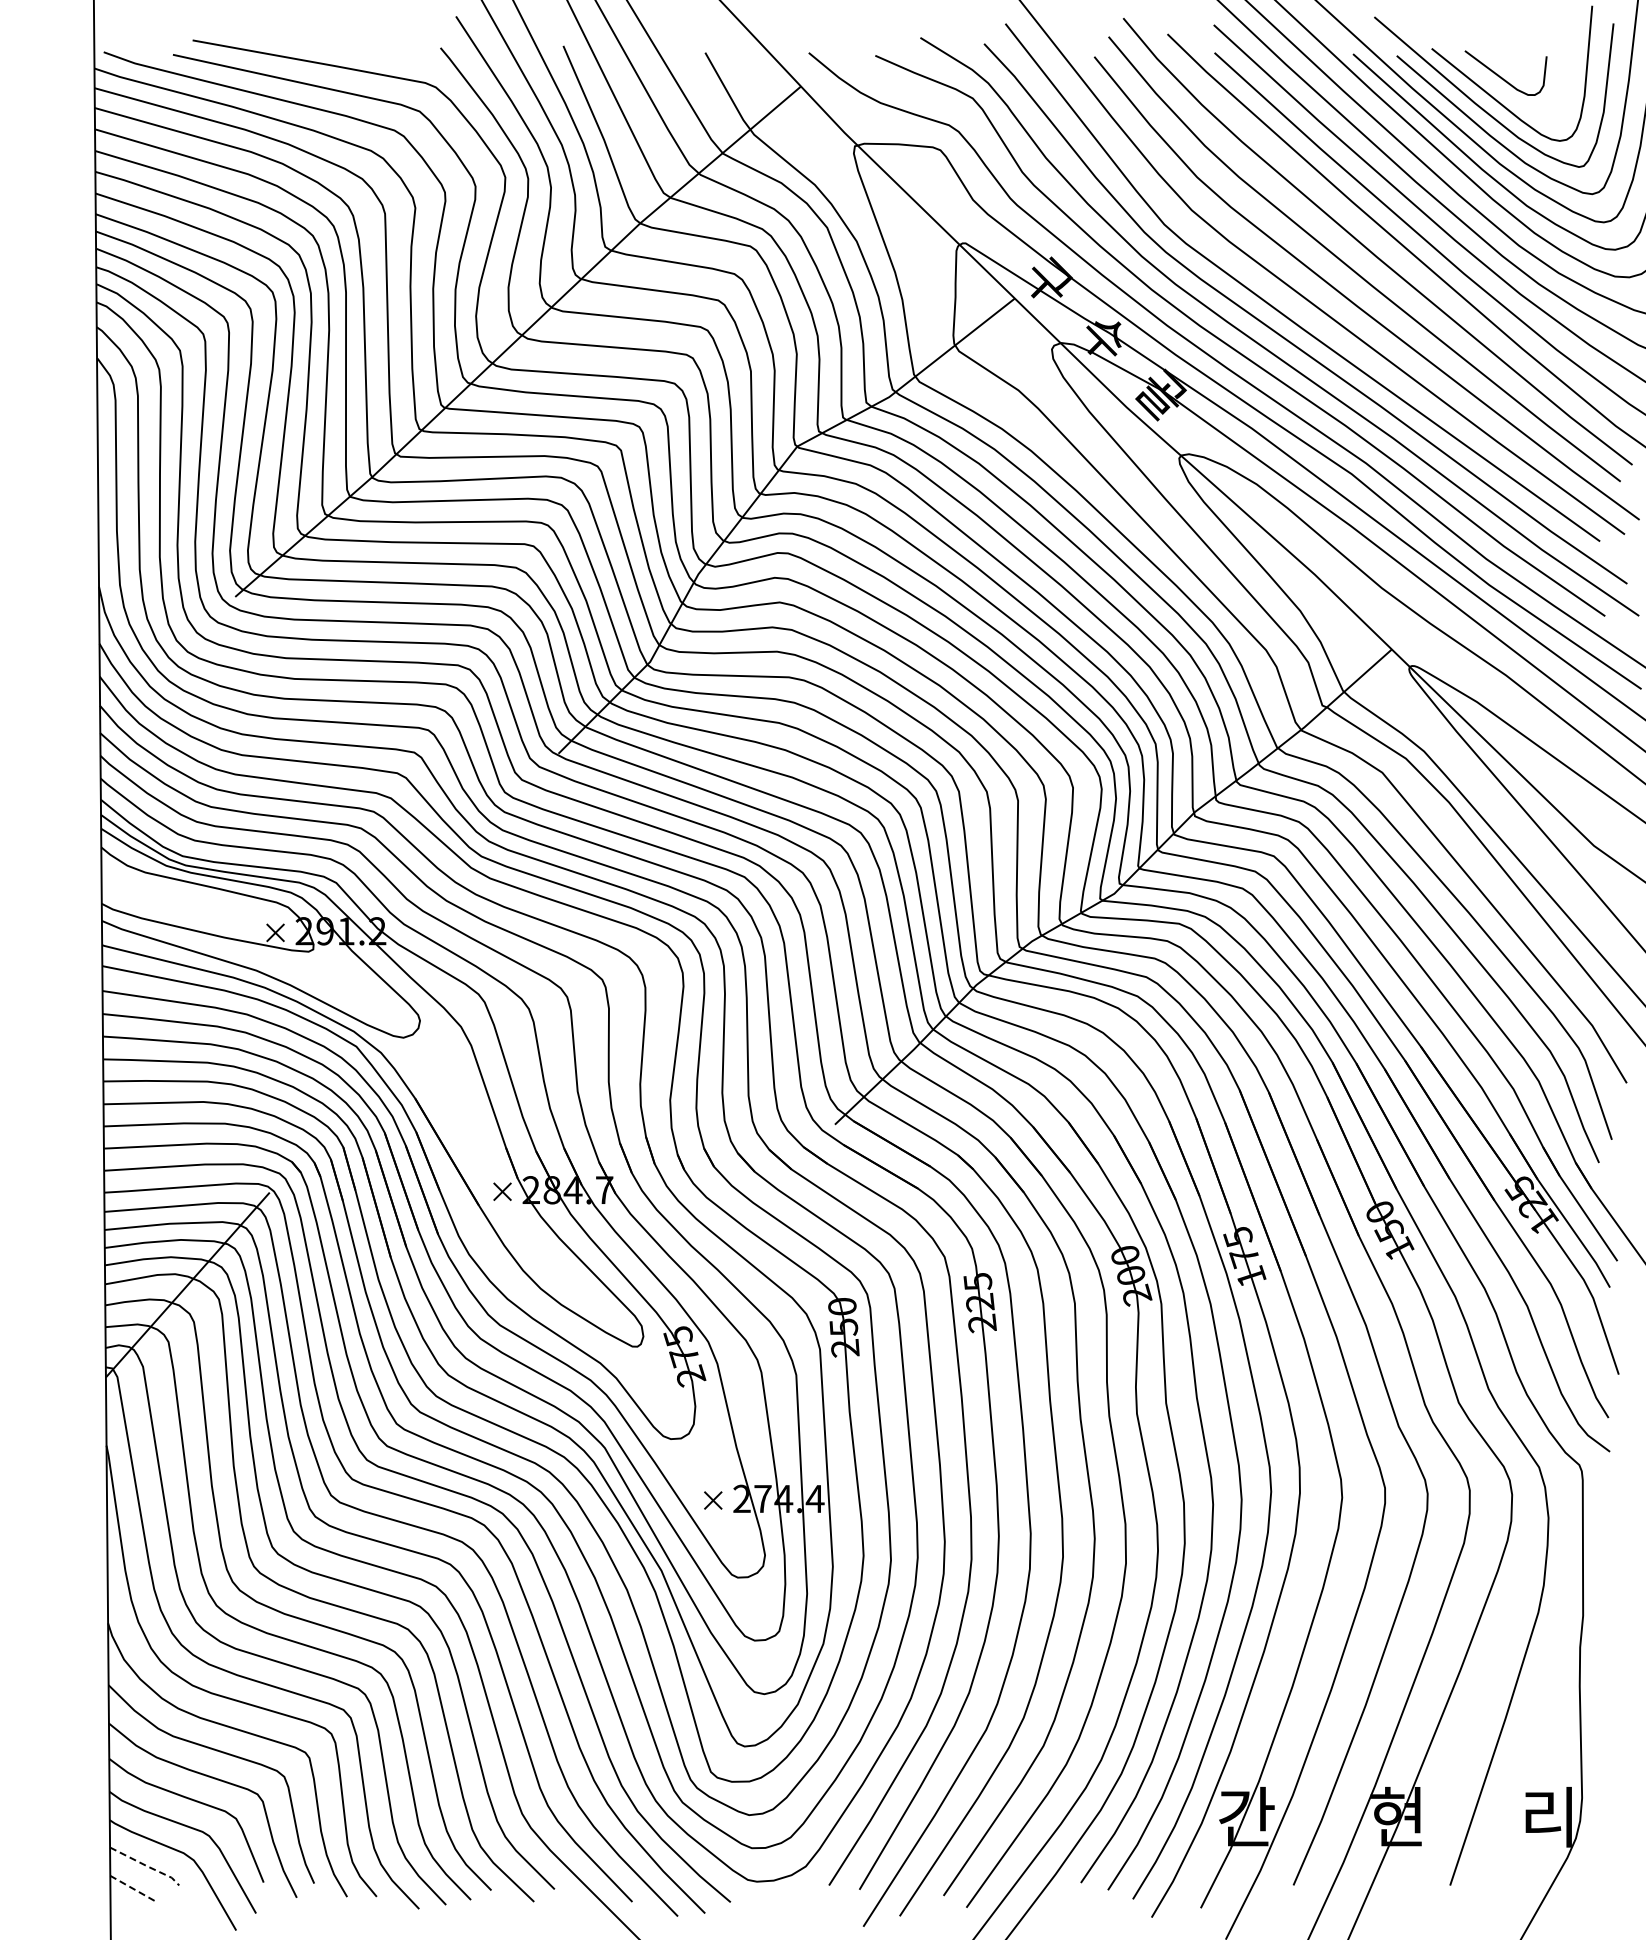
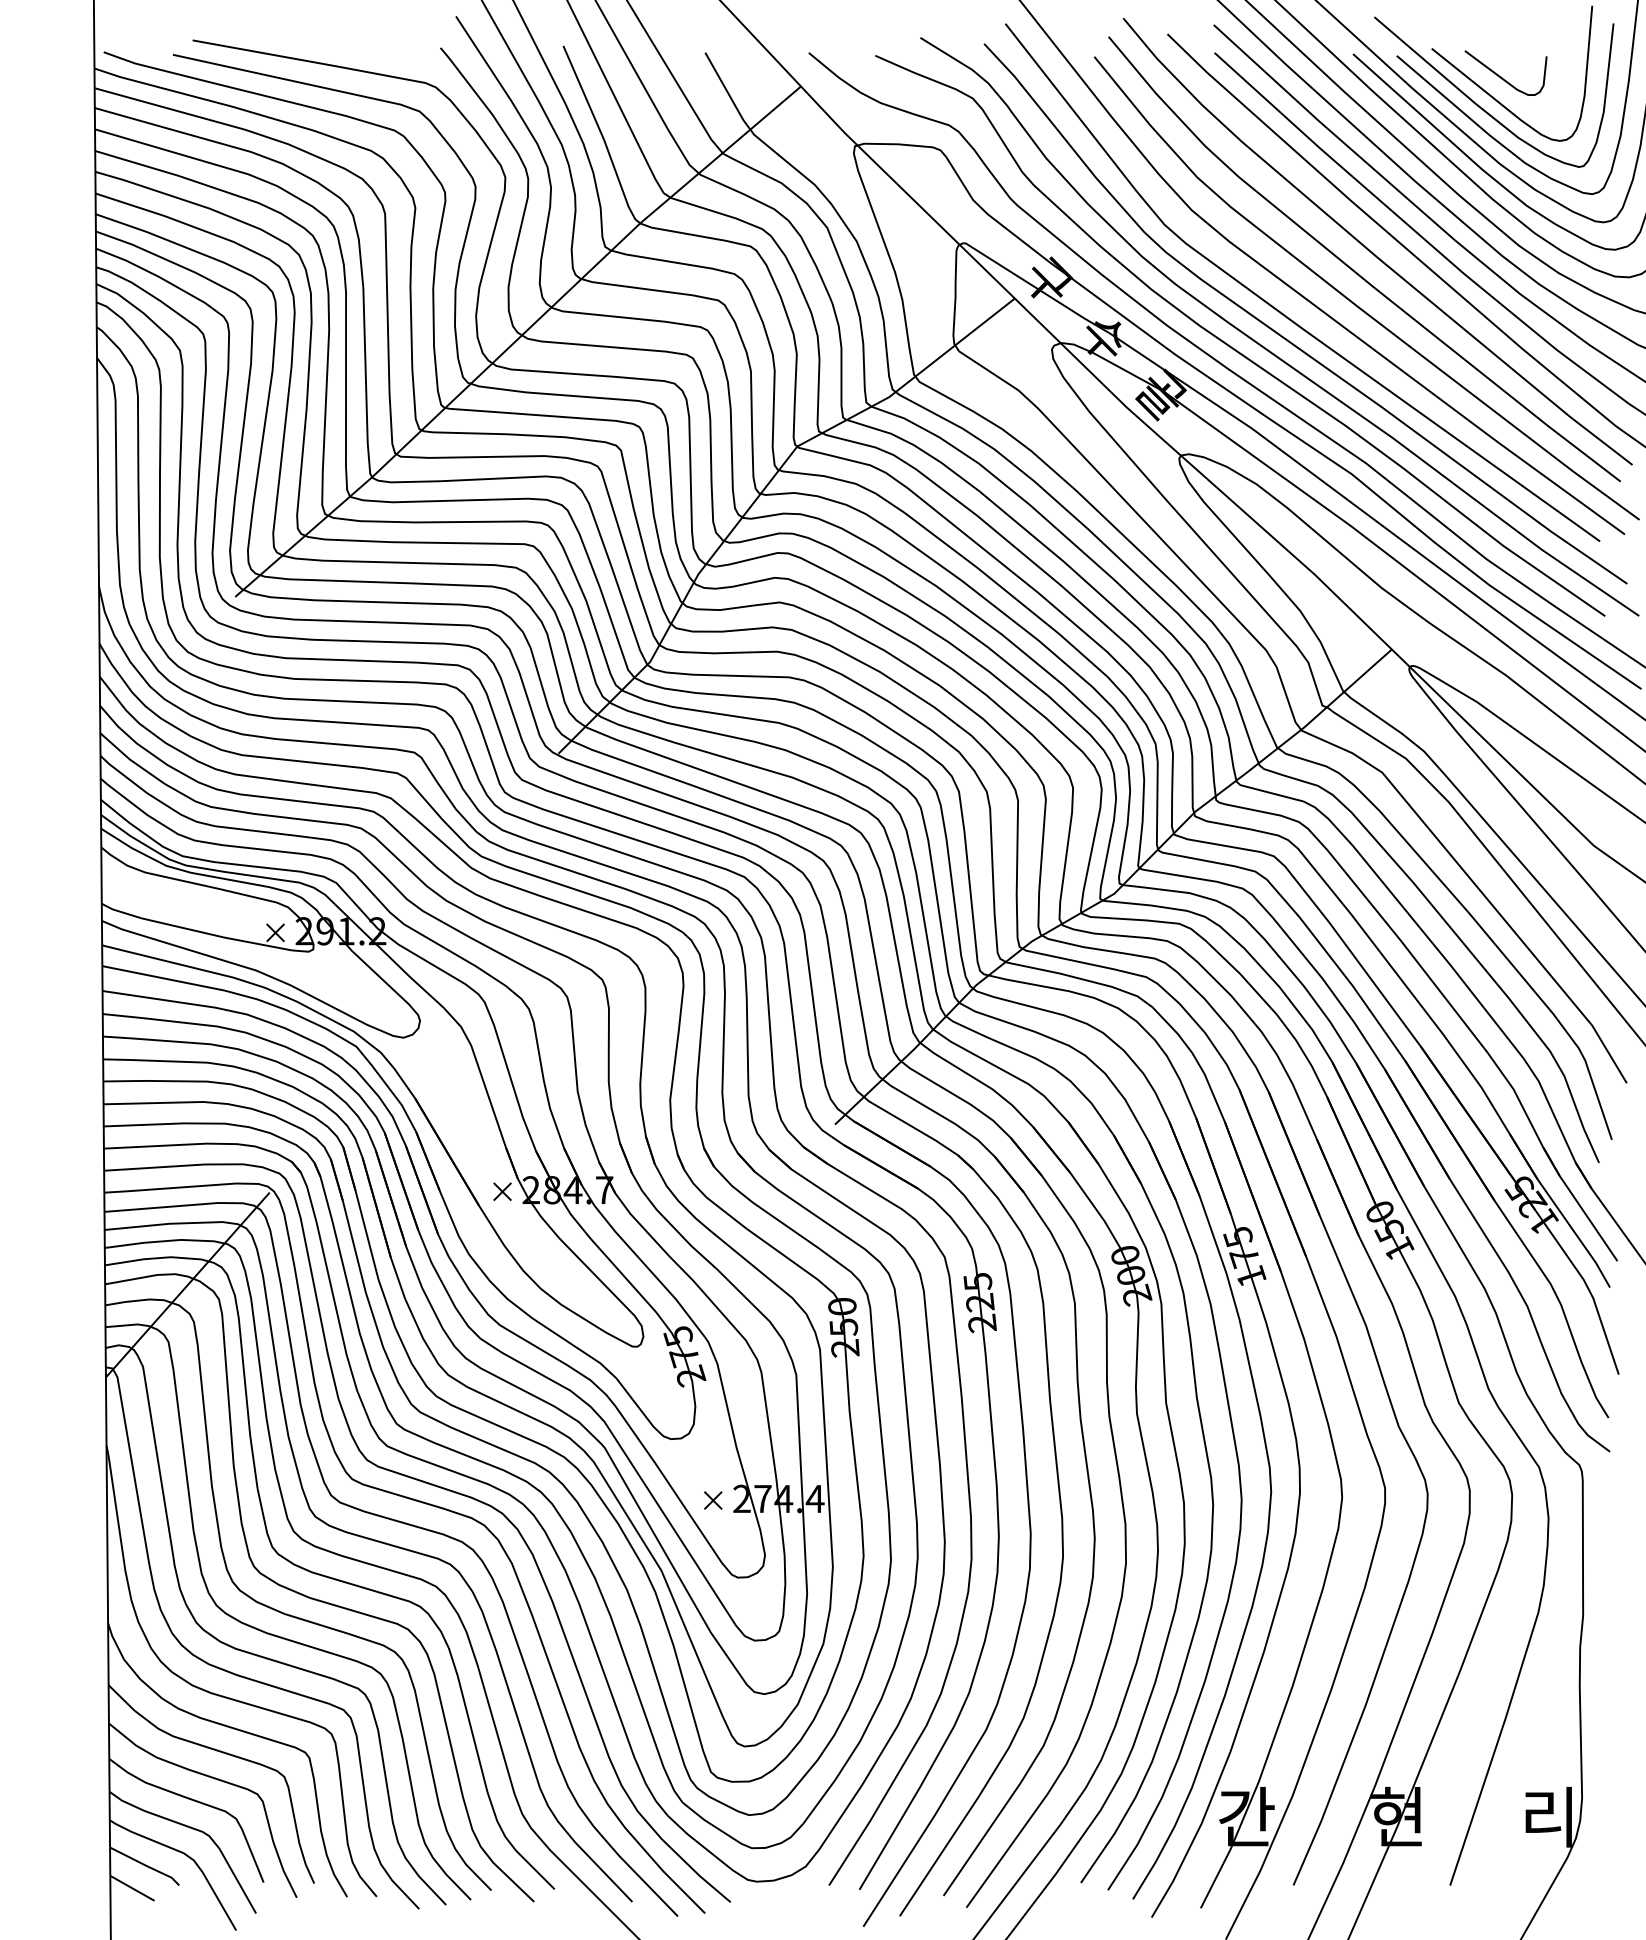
line at (147, 1866): dashed -> solid
line at (132, 1888): dashed -> solid
